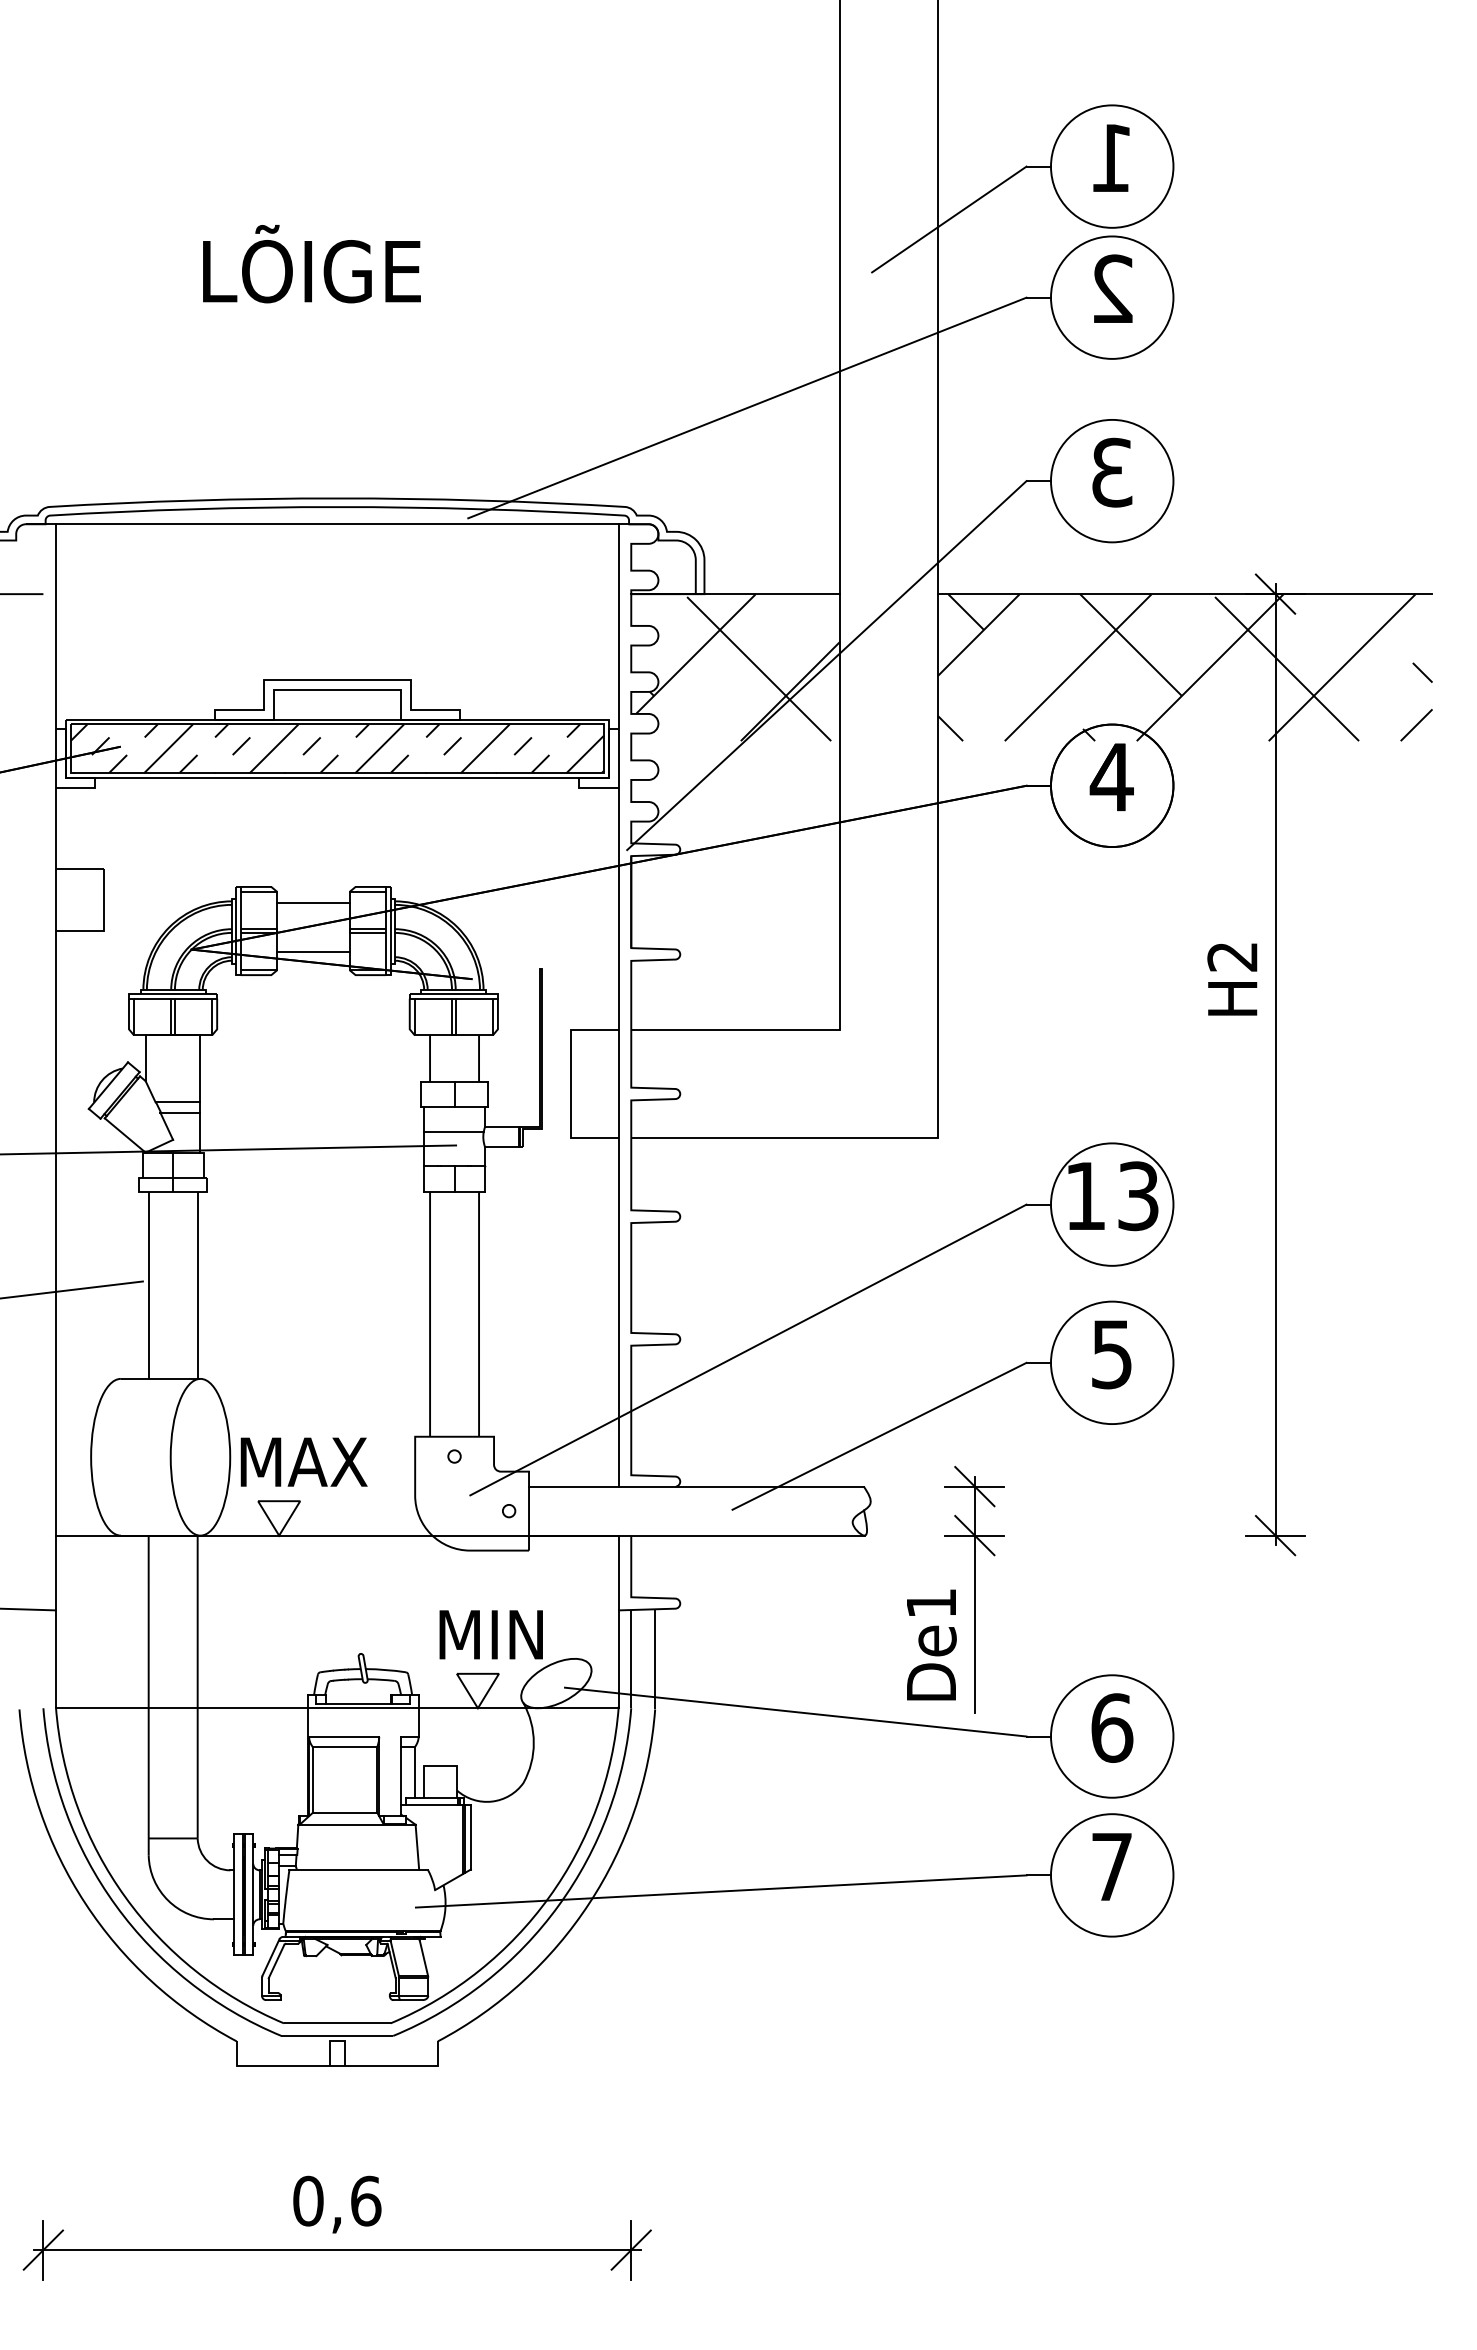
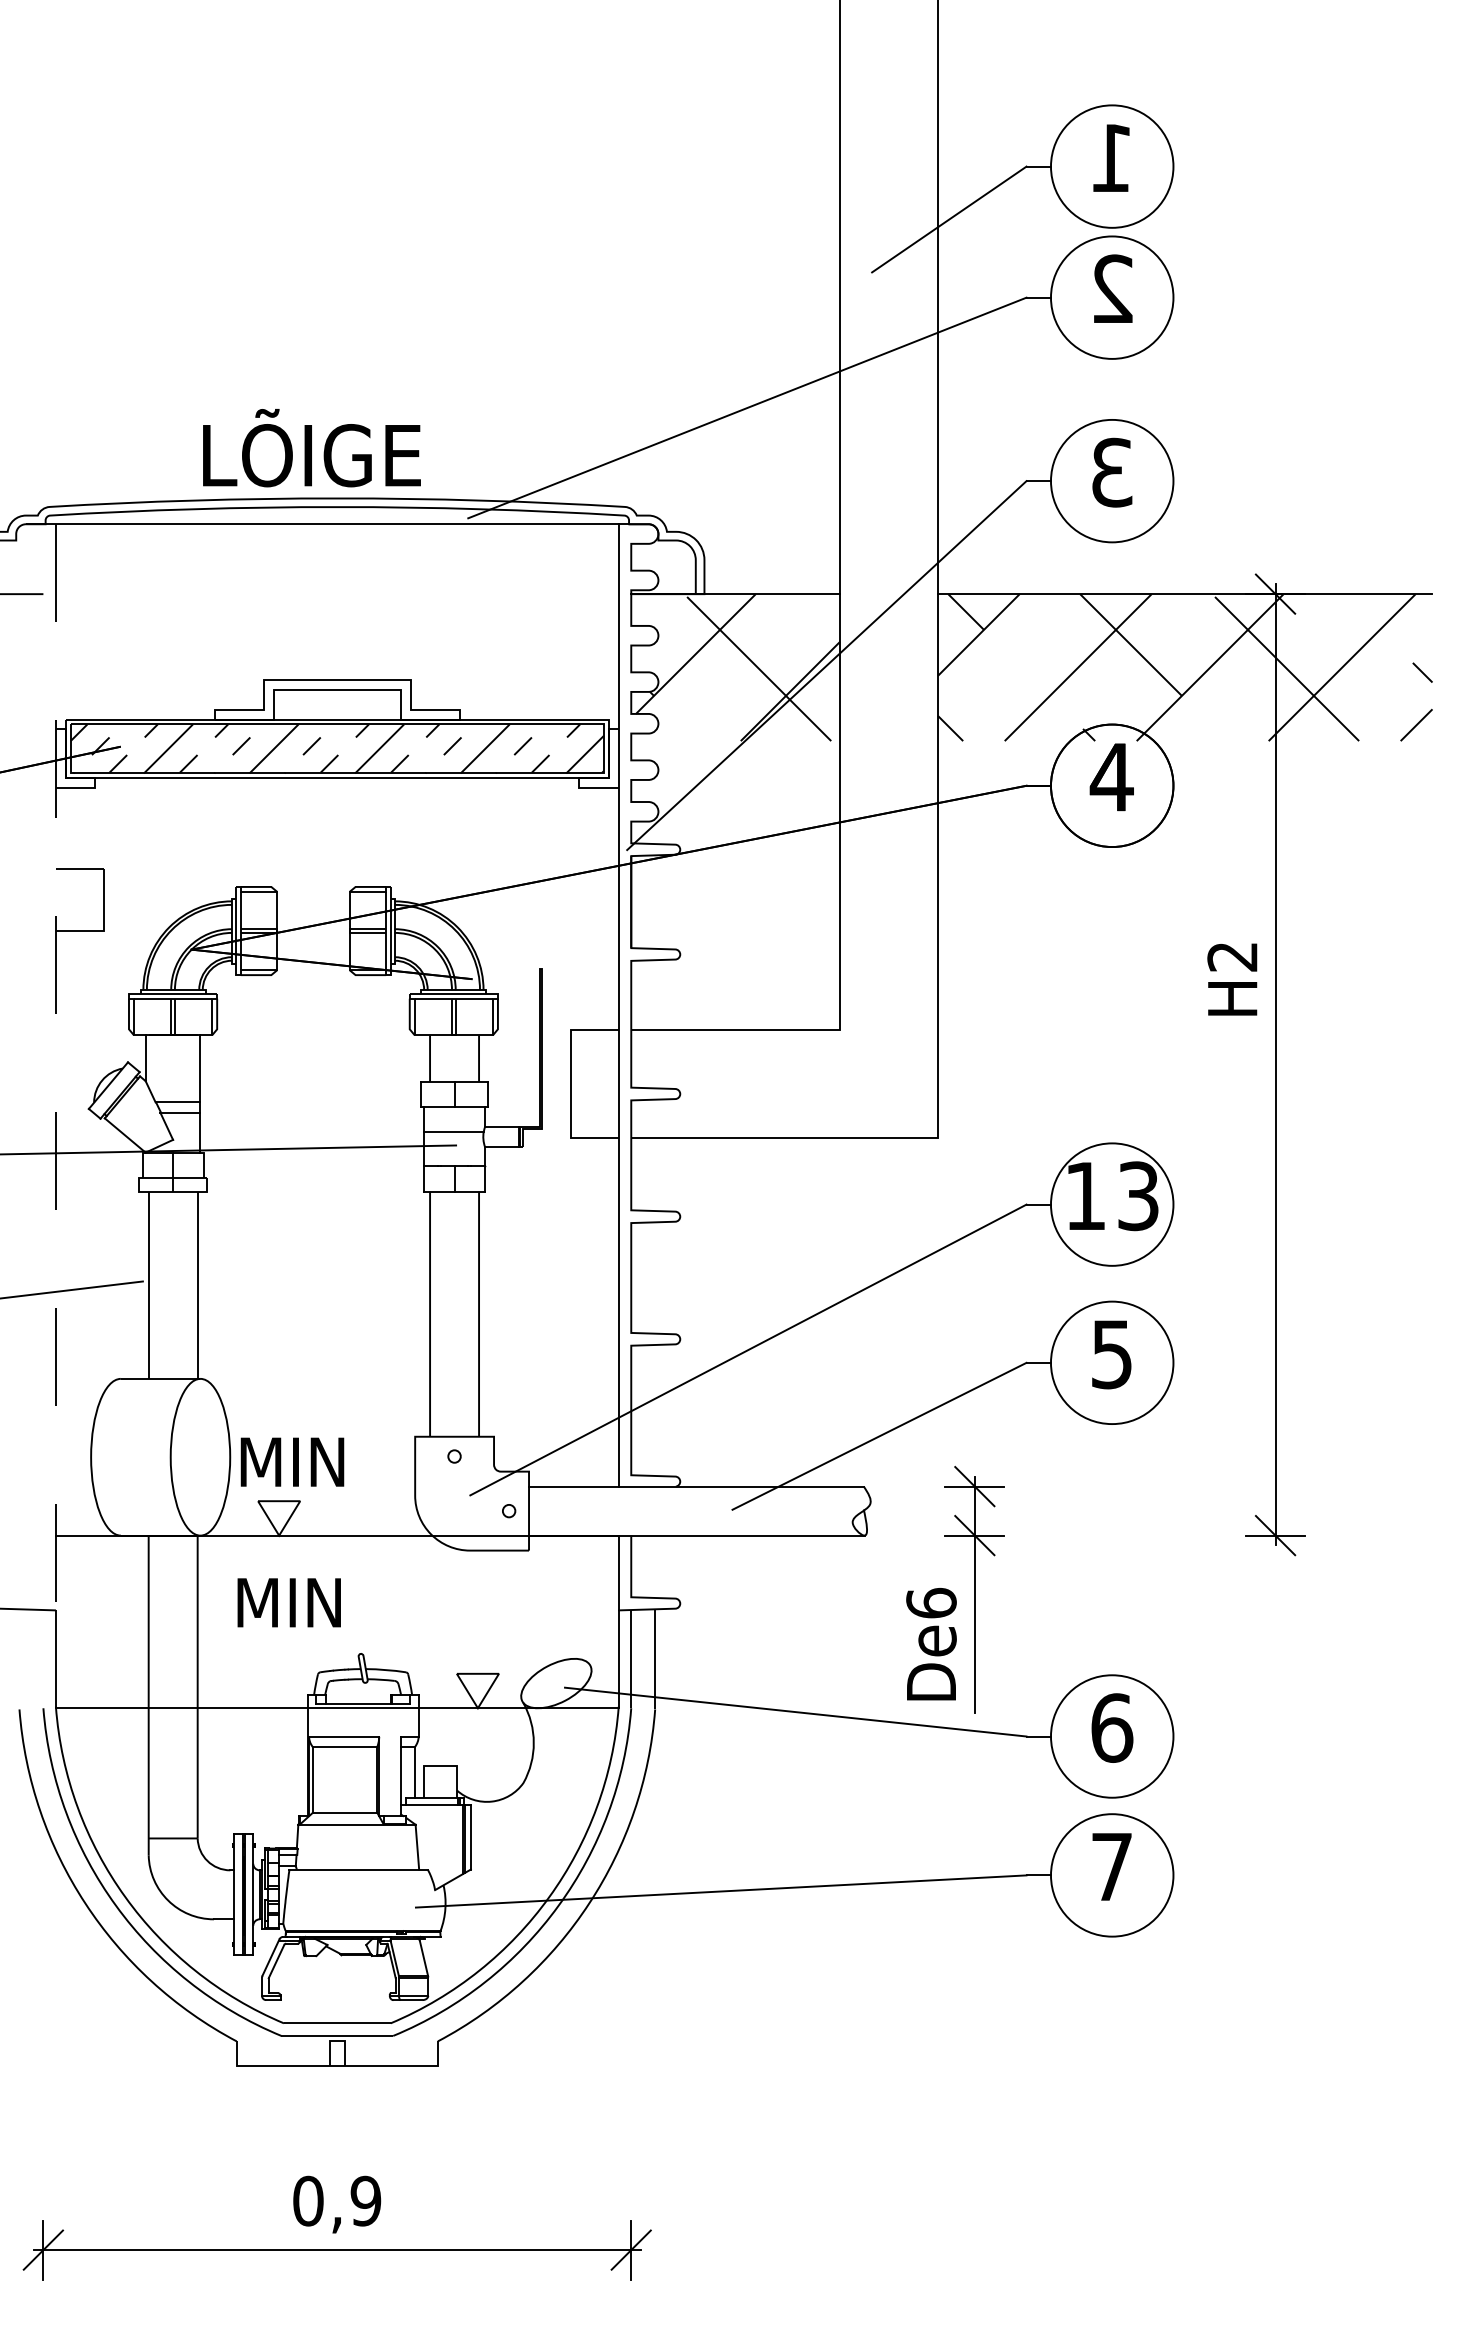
text at (311, 264) position: (311, 264) -> (311, 448)
line at (313, 902): present -> none
line at (313, 951): present -> none
line at (56, 1067): solid -> dashed
text at (327, 1461): MAX -> MIN
text at (931, 1602): De1 -> De6
text at (490, 1634) position: (490, 1634) -> (288, 1602)
text at (365, 2200): 0,6 -> 0,9
